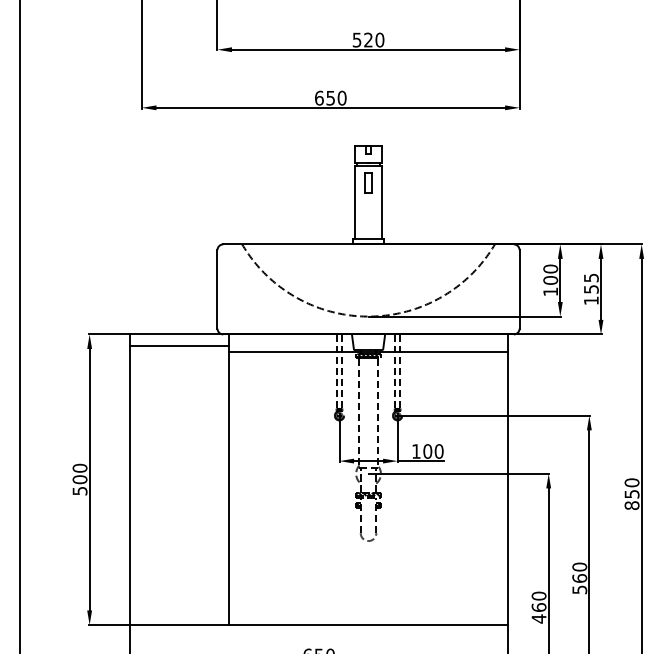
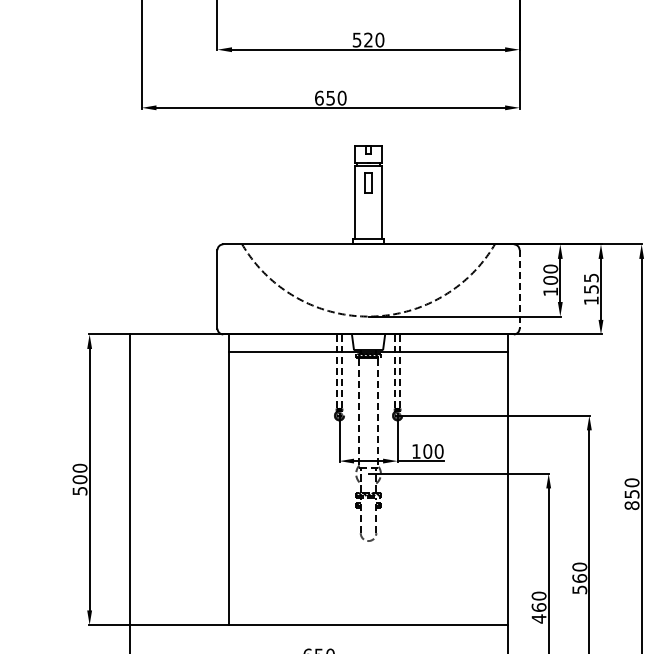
line at (519, 289): solid -> dashed
line at (19, 326): present -> none
line at (179, 346): present -> none
